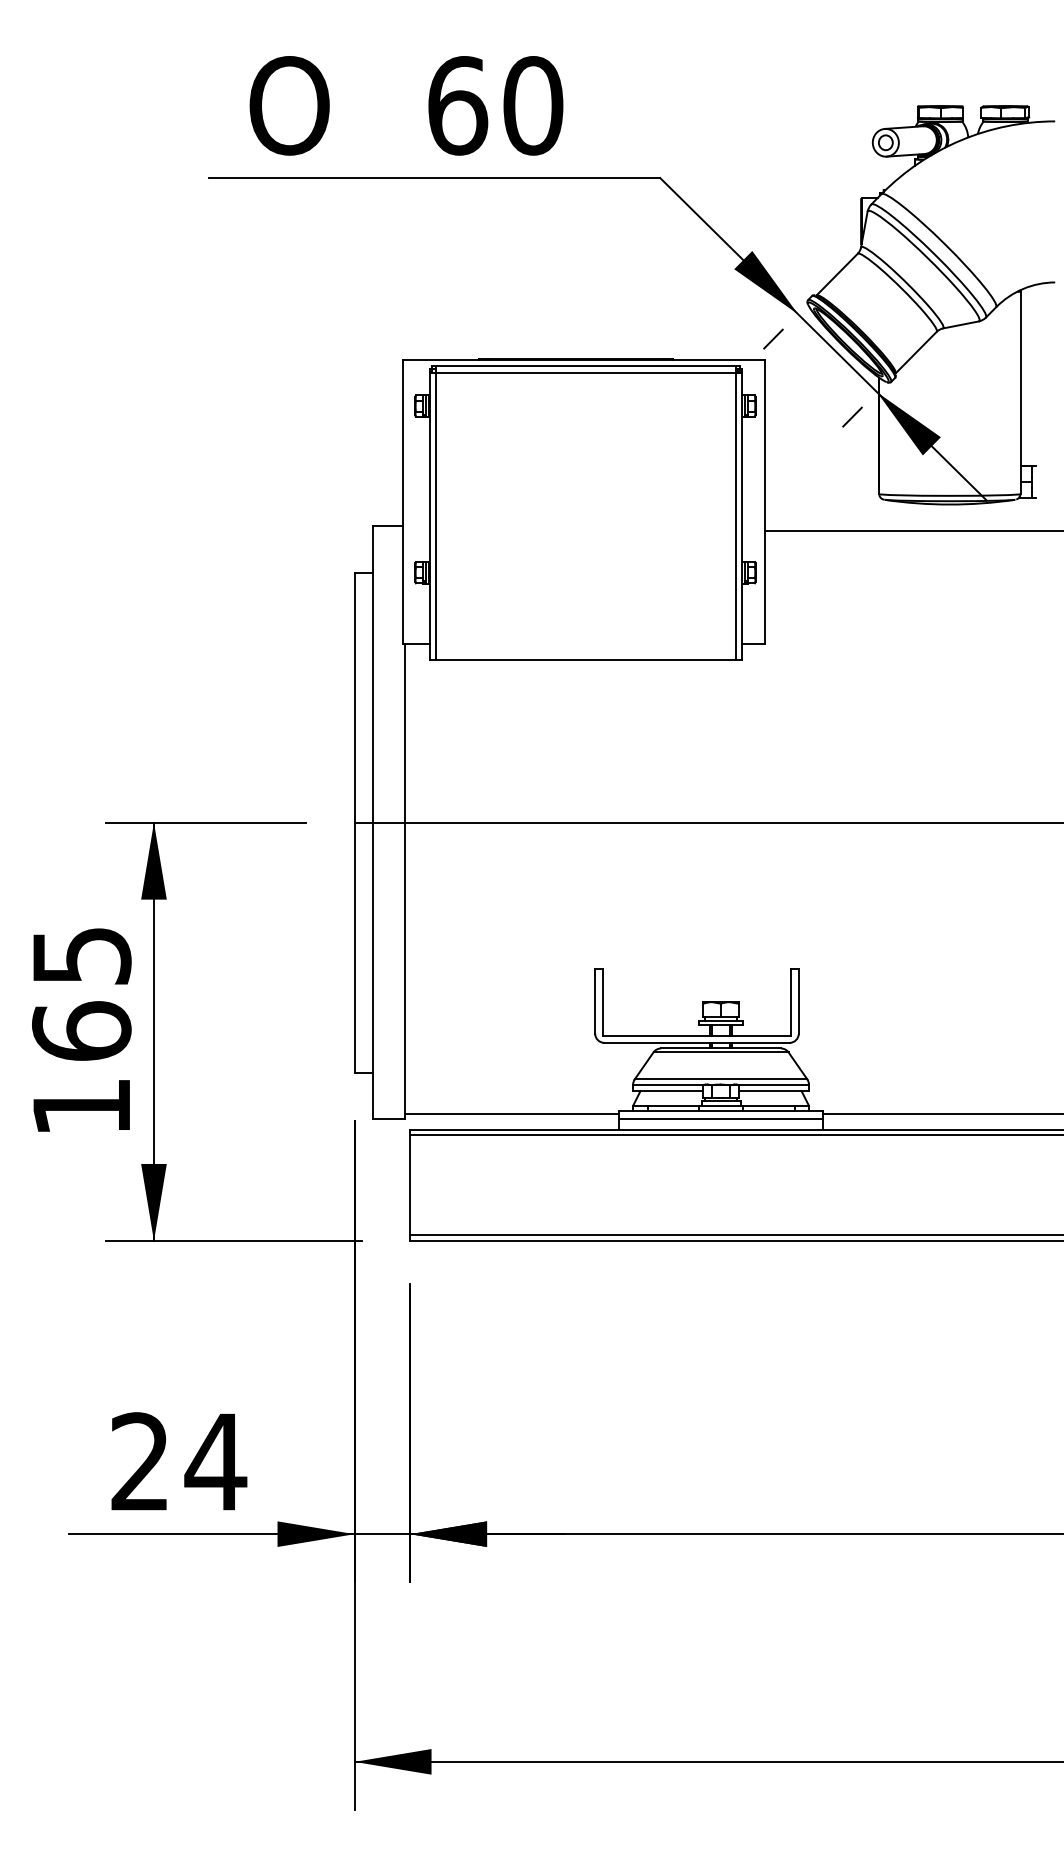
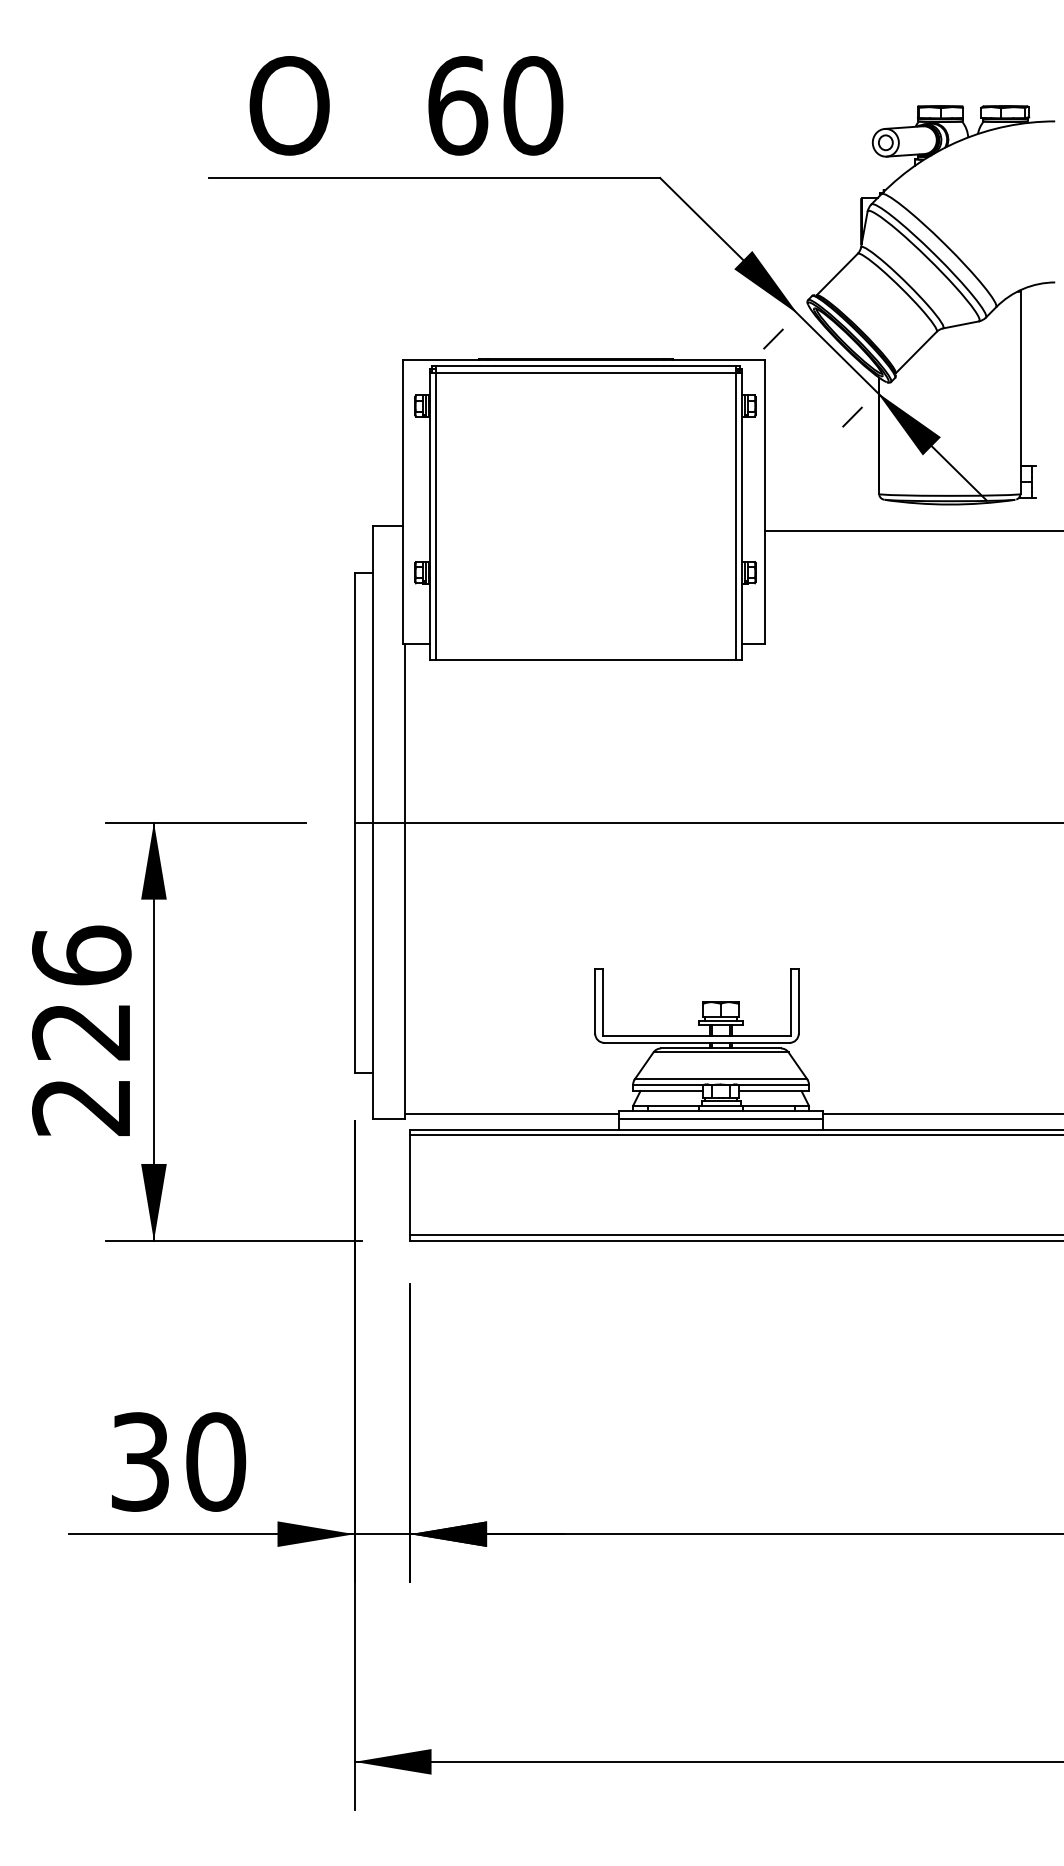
text at (81, 1030): 165 -> 226
text at (179, 1461): 24 -> 30
